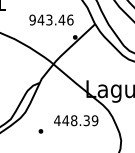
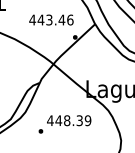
text at (32, 19): 943.46 -> 443.46
text at (76, 120) position: (76, 120) -> (69, 120)
